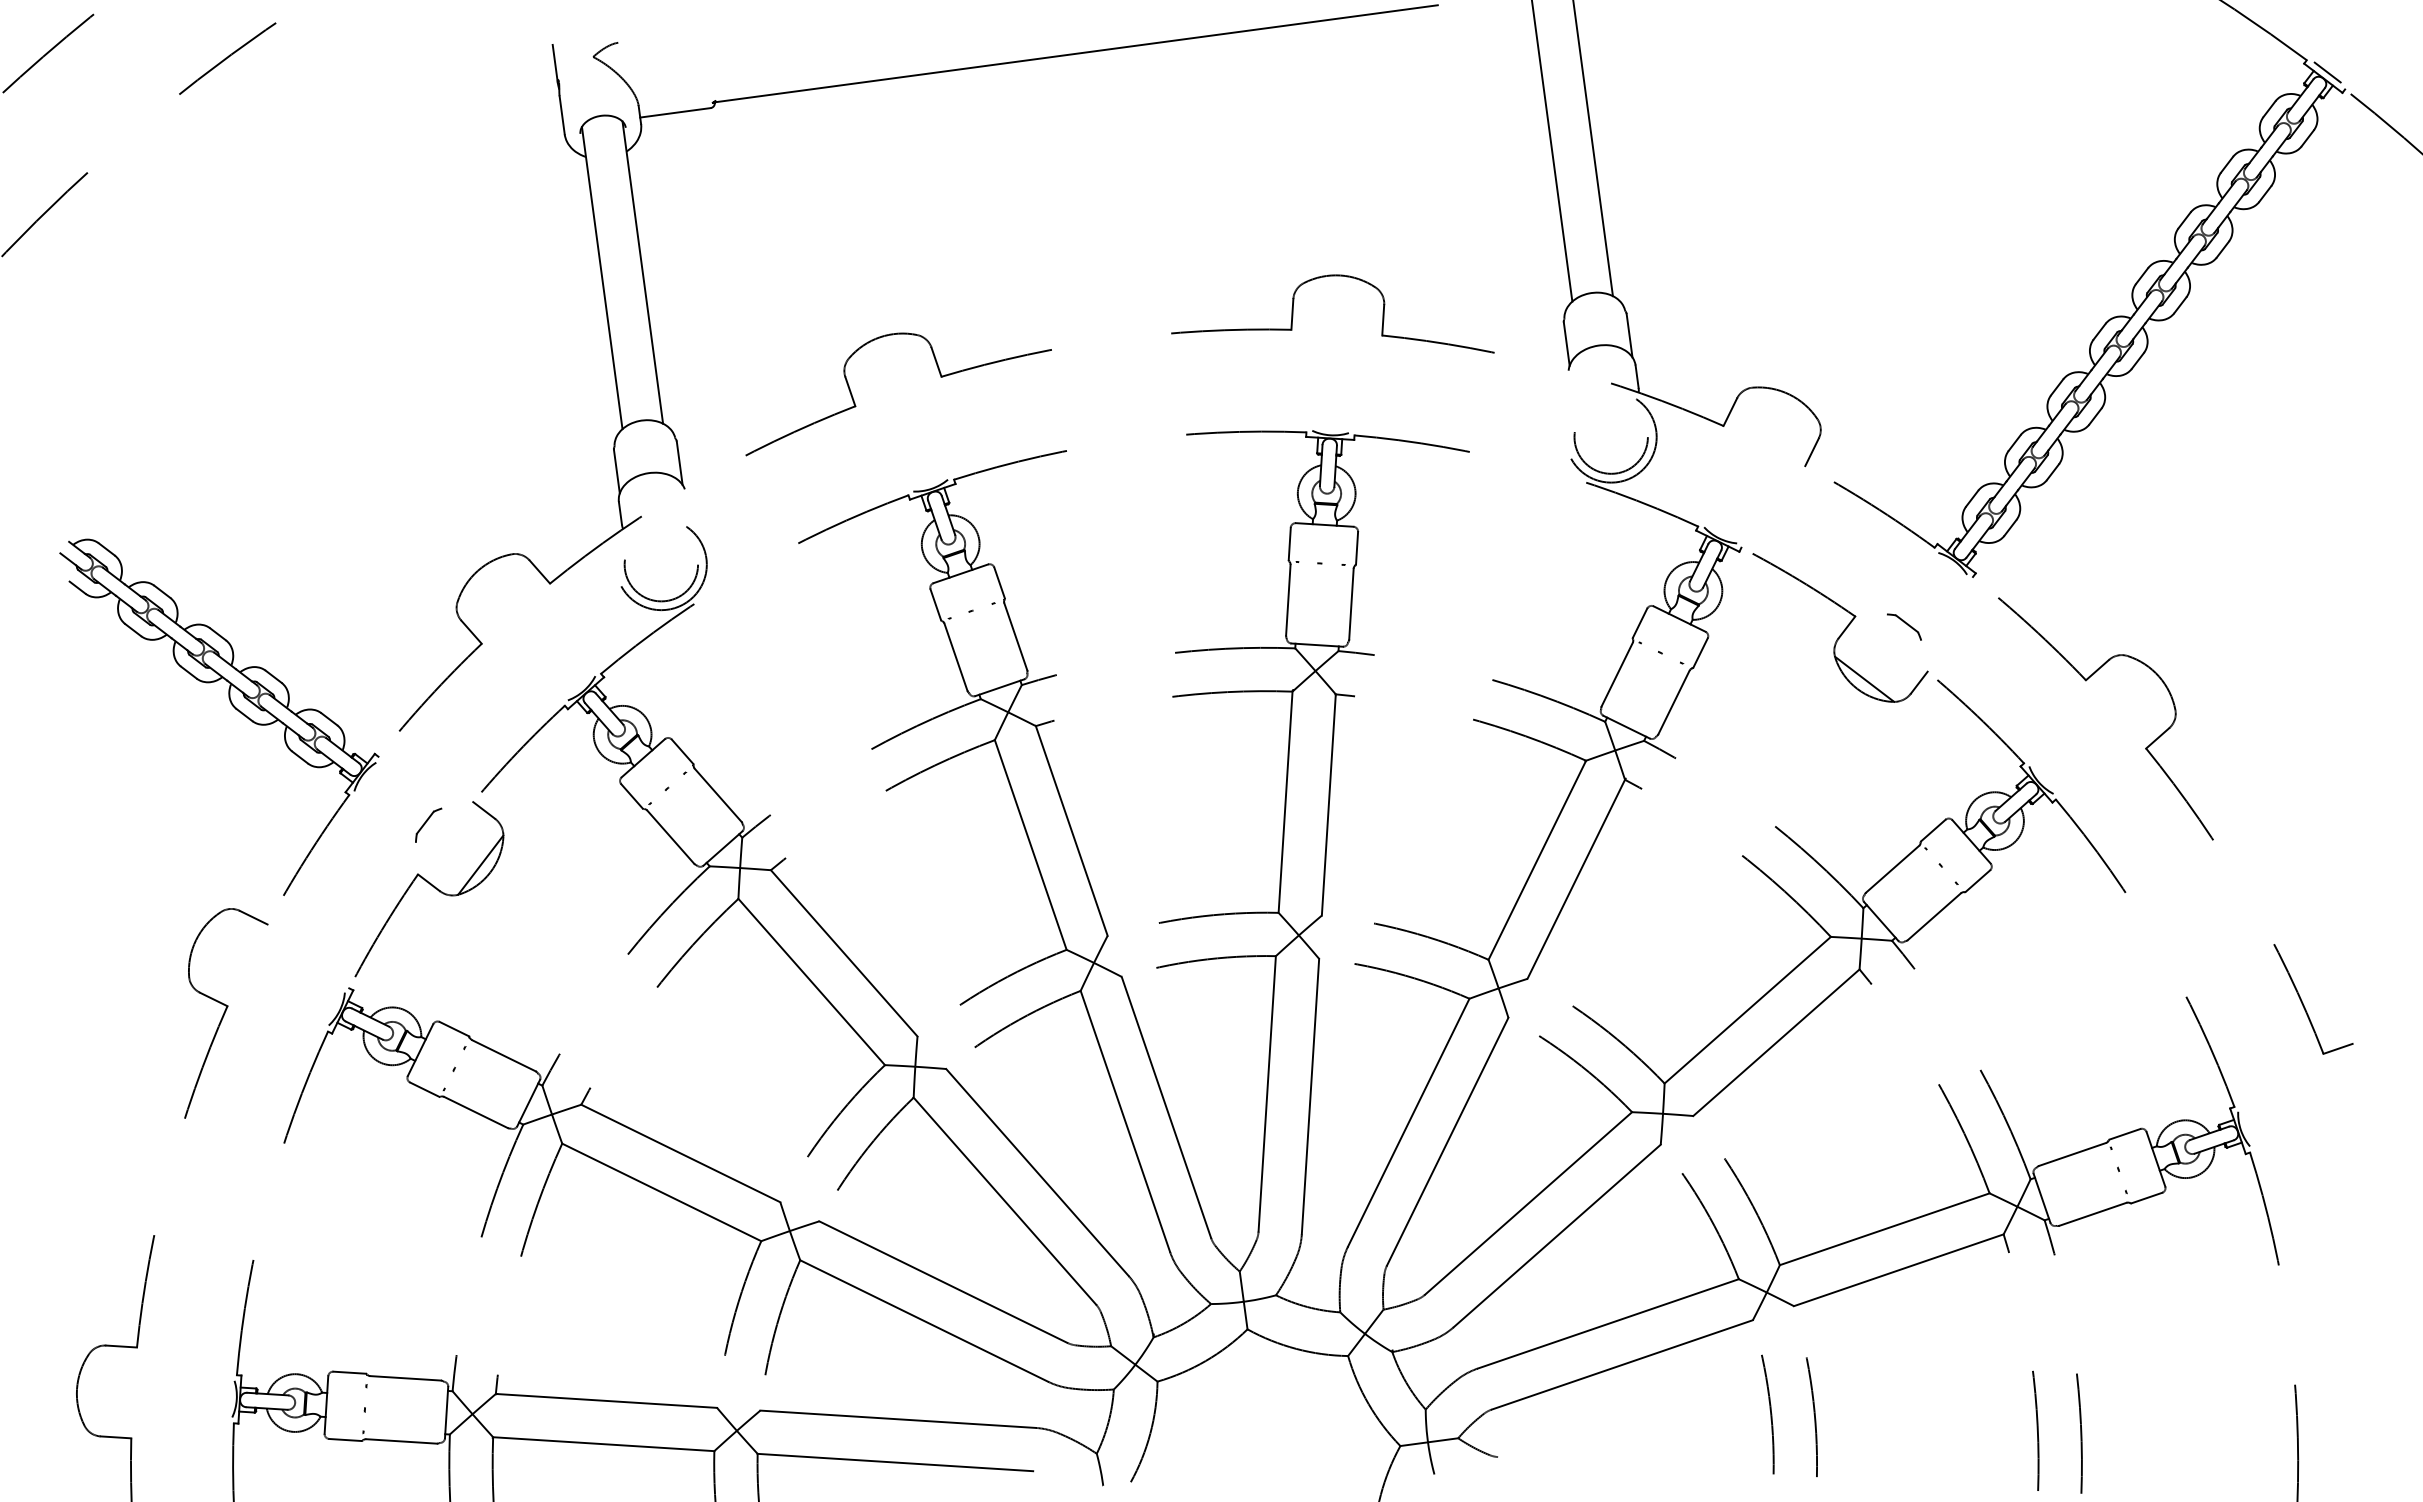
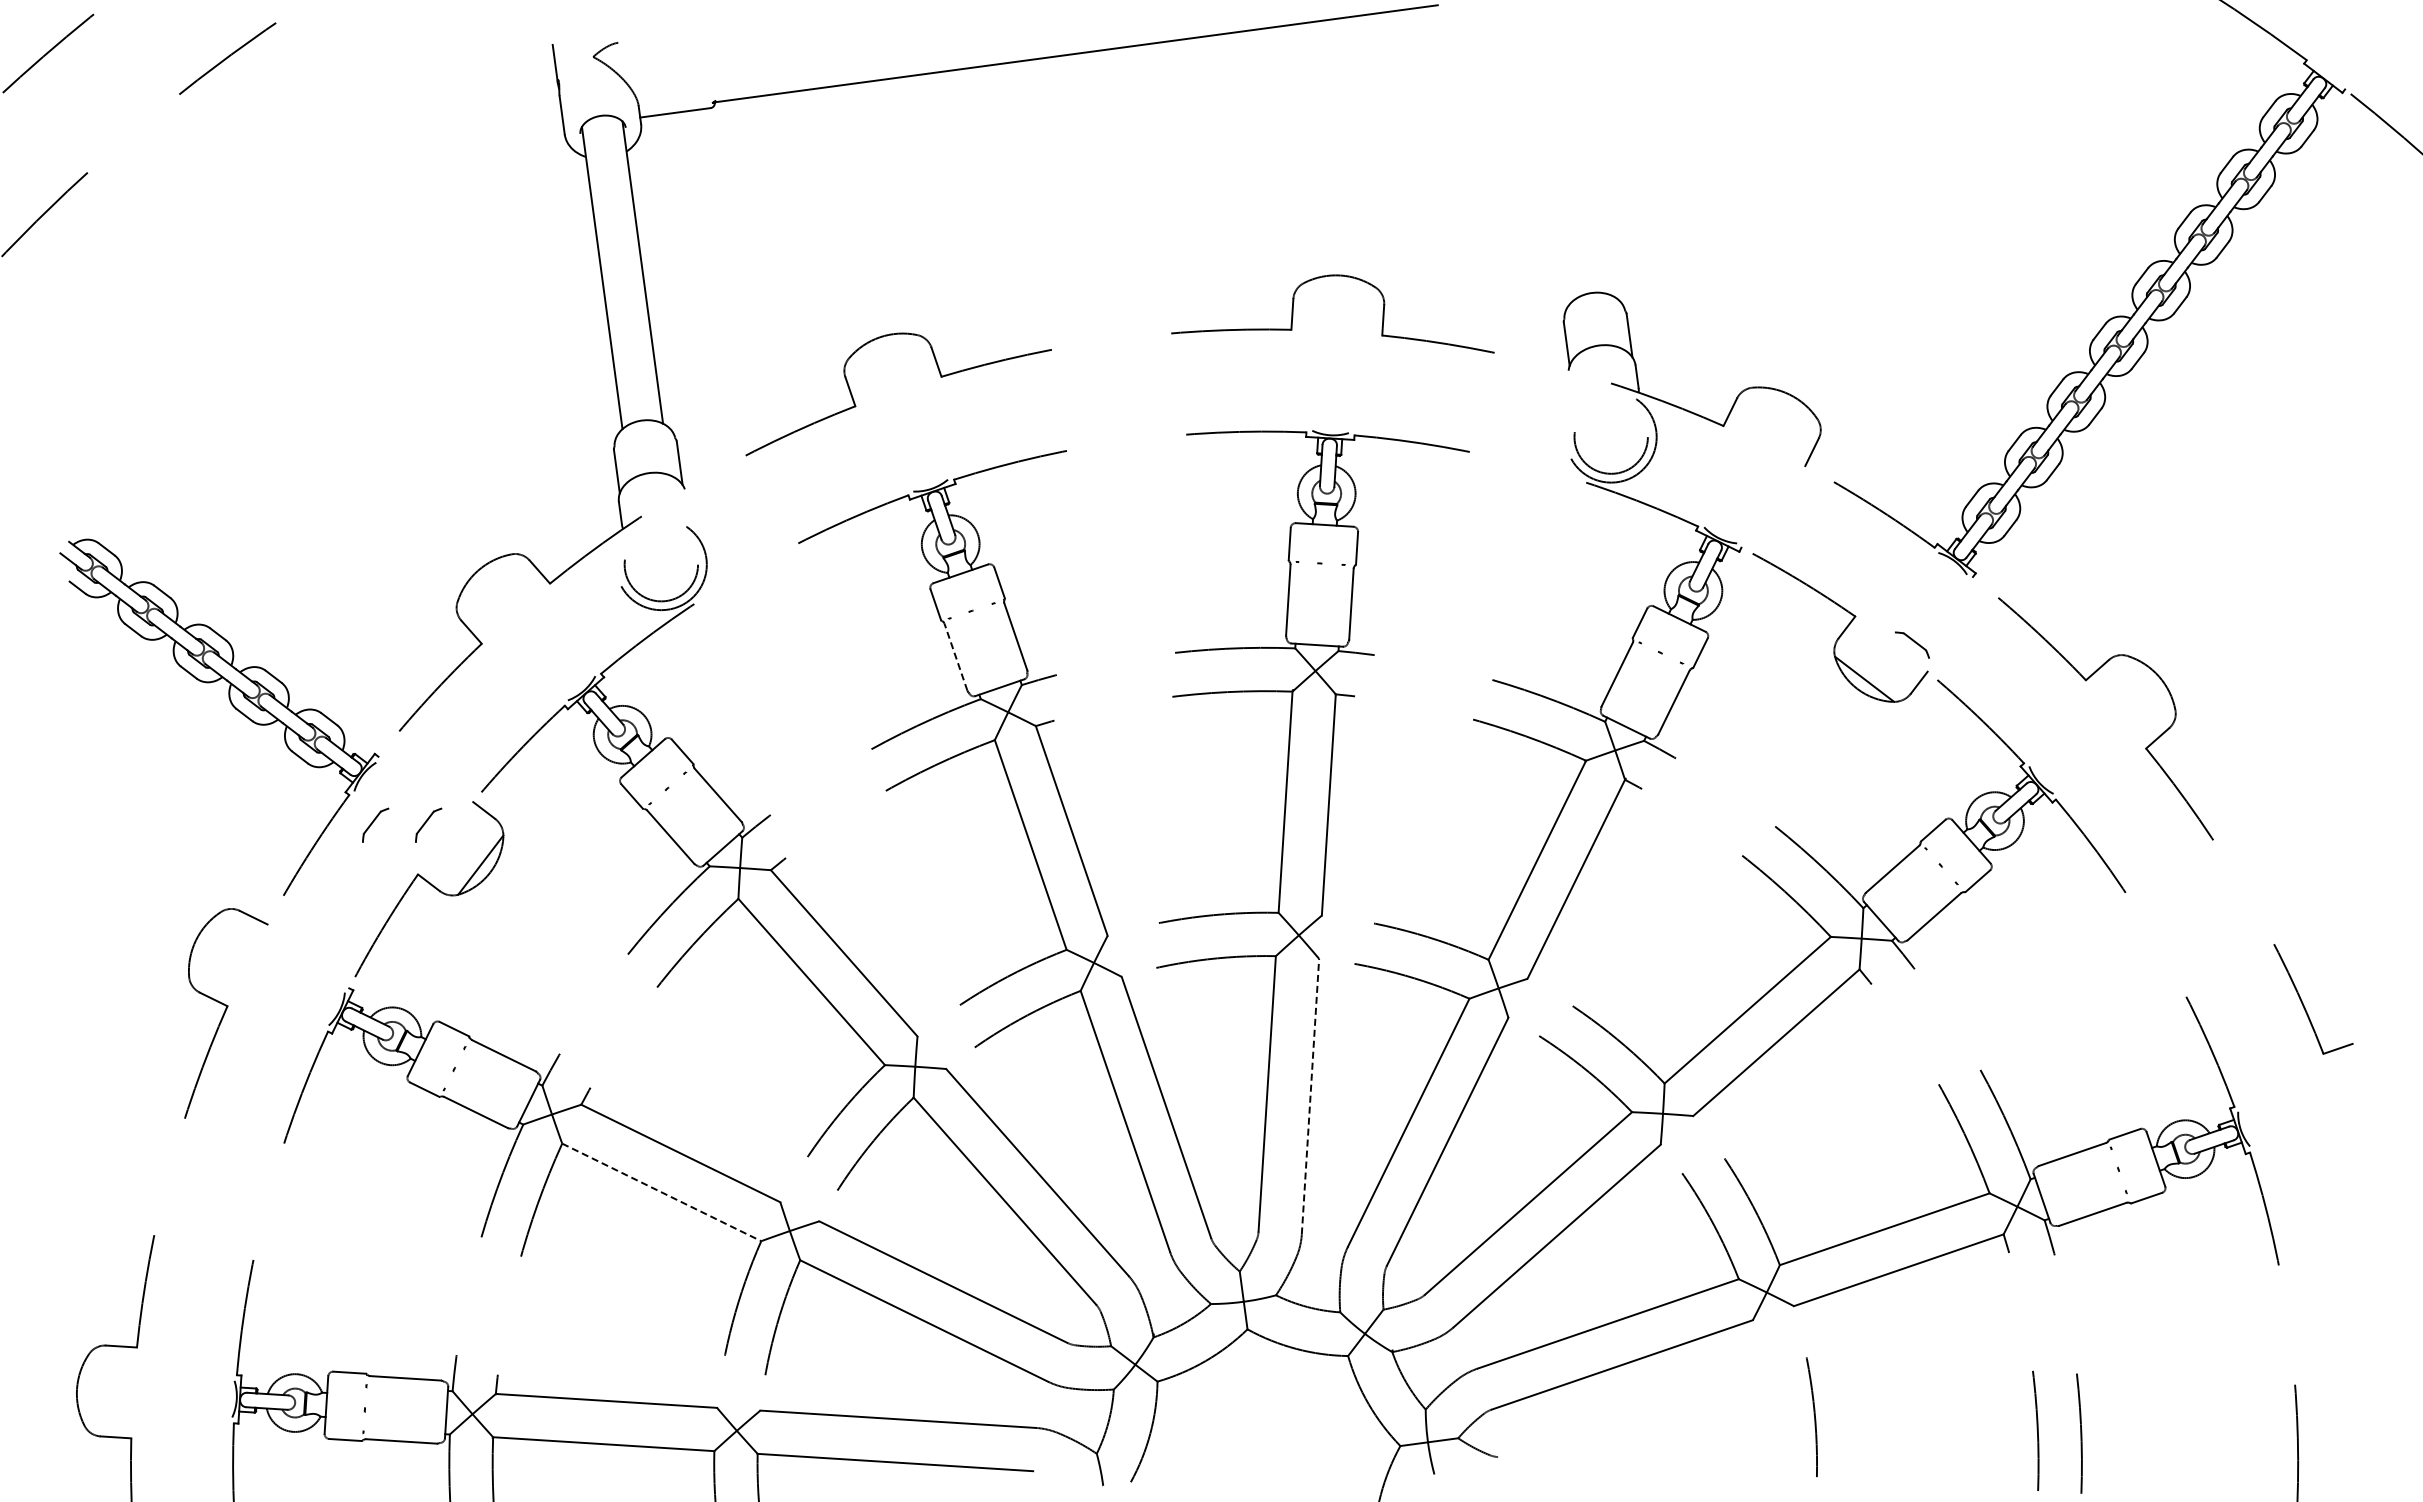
line at (2327, 72): present -> none
line at (1592, 149): present -> none
line at (1552, 151): present -> none
part at (1904, 626) position: (1904, 626) -> (1912, 644)
line at (955, 656): solid -> dashed
part at (375, 824): none -> present
line at (1310, 1096): solid -> dashed
line at (661, 1192): solid -> dashed
arc at (1770, 1414): present -> none
